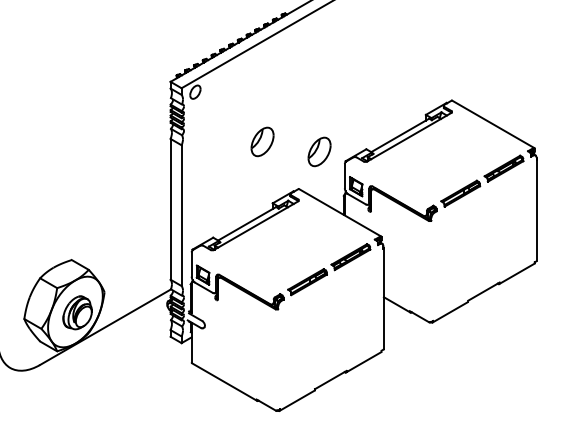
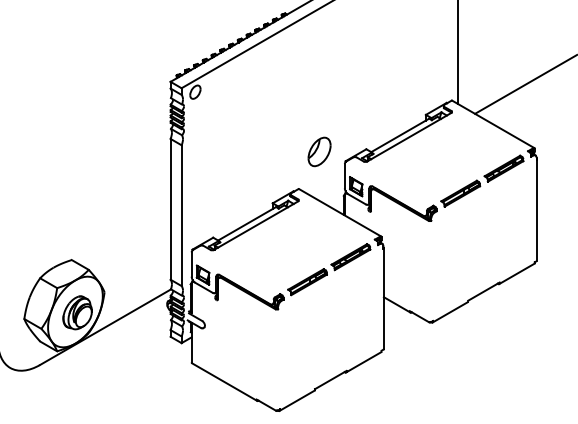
line at (457, 52): none -> present
line at (524, 84): none -> present
part at (262, 141): present -> none
